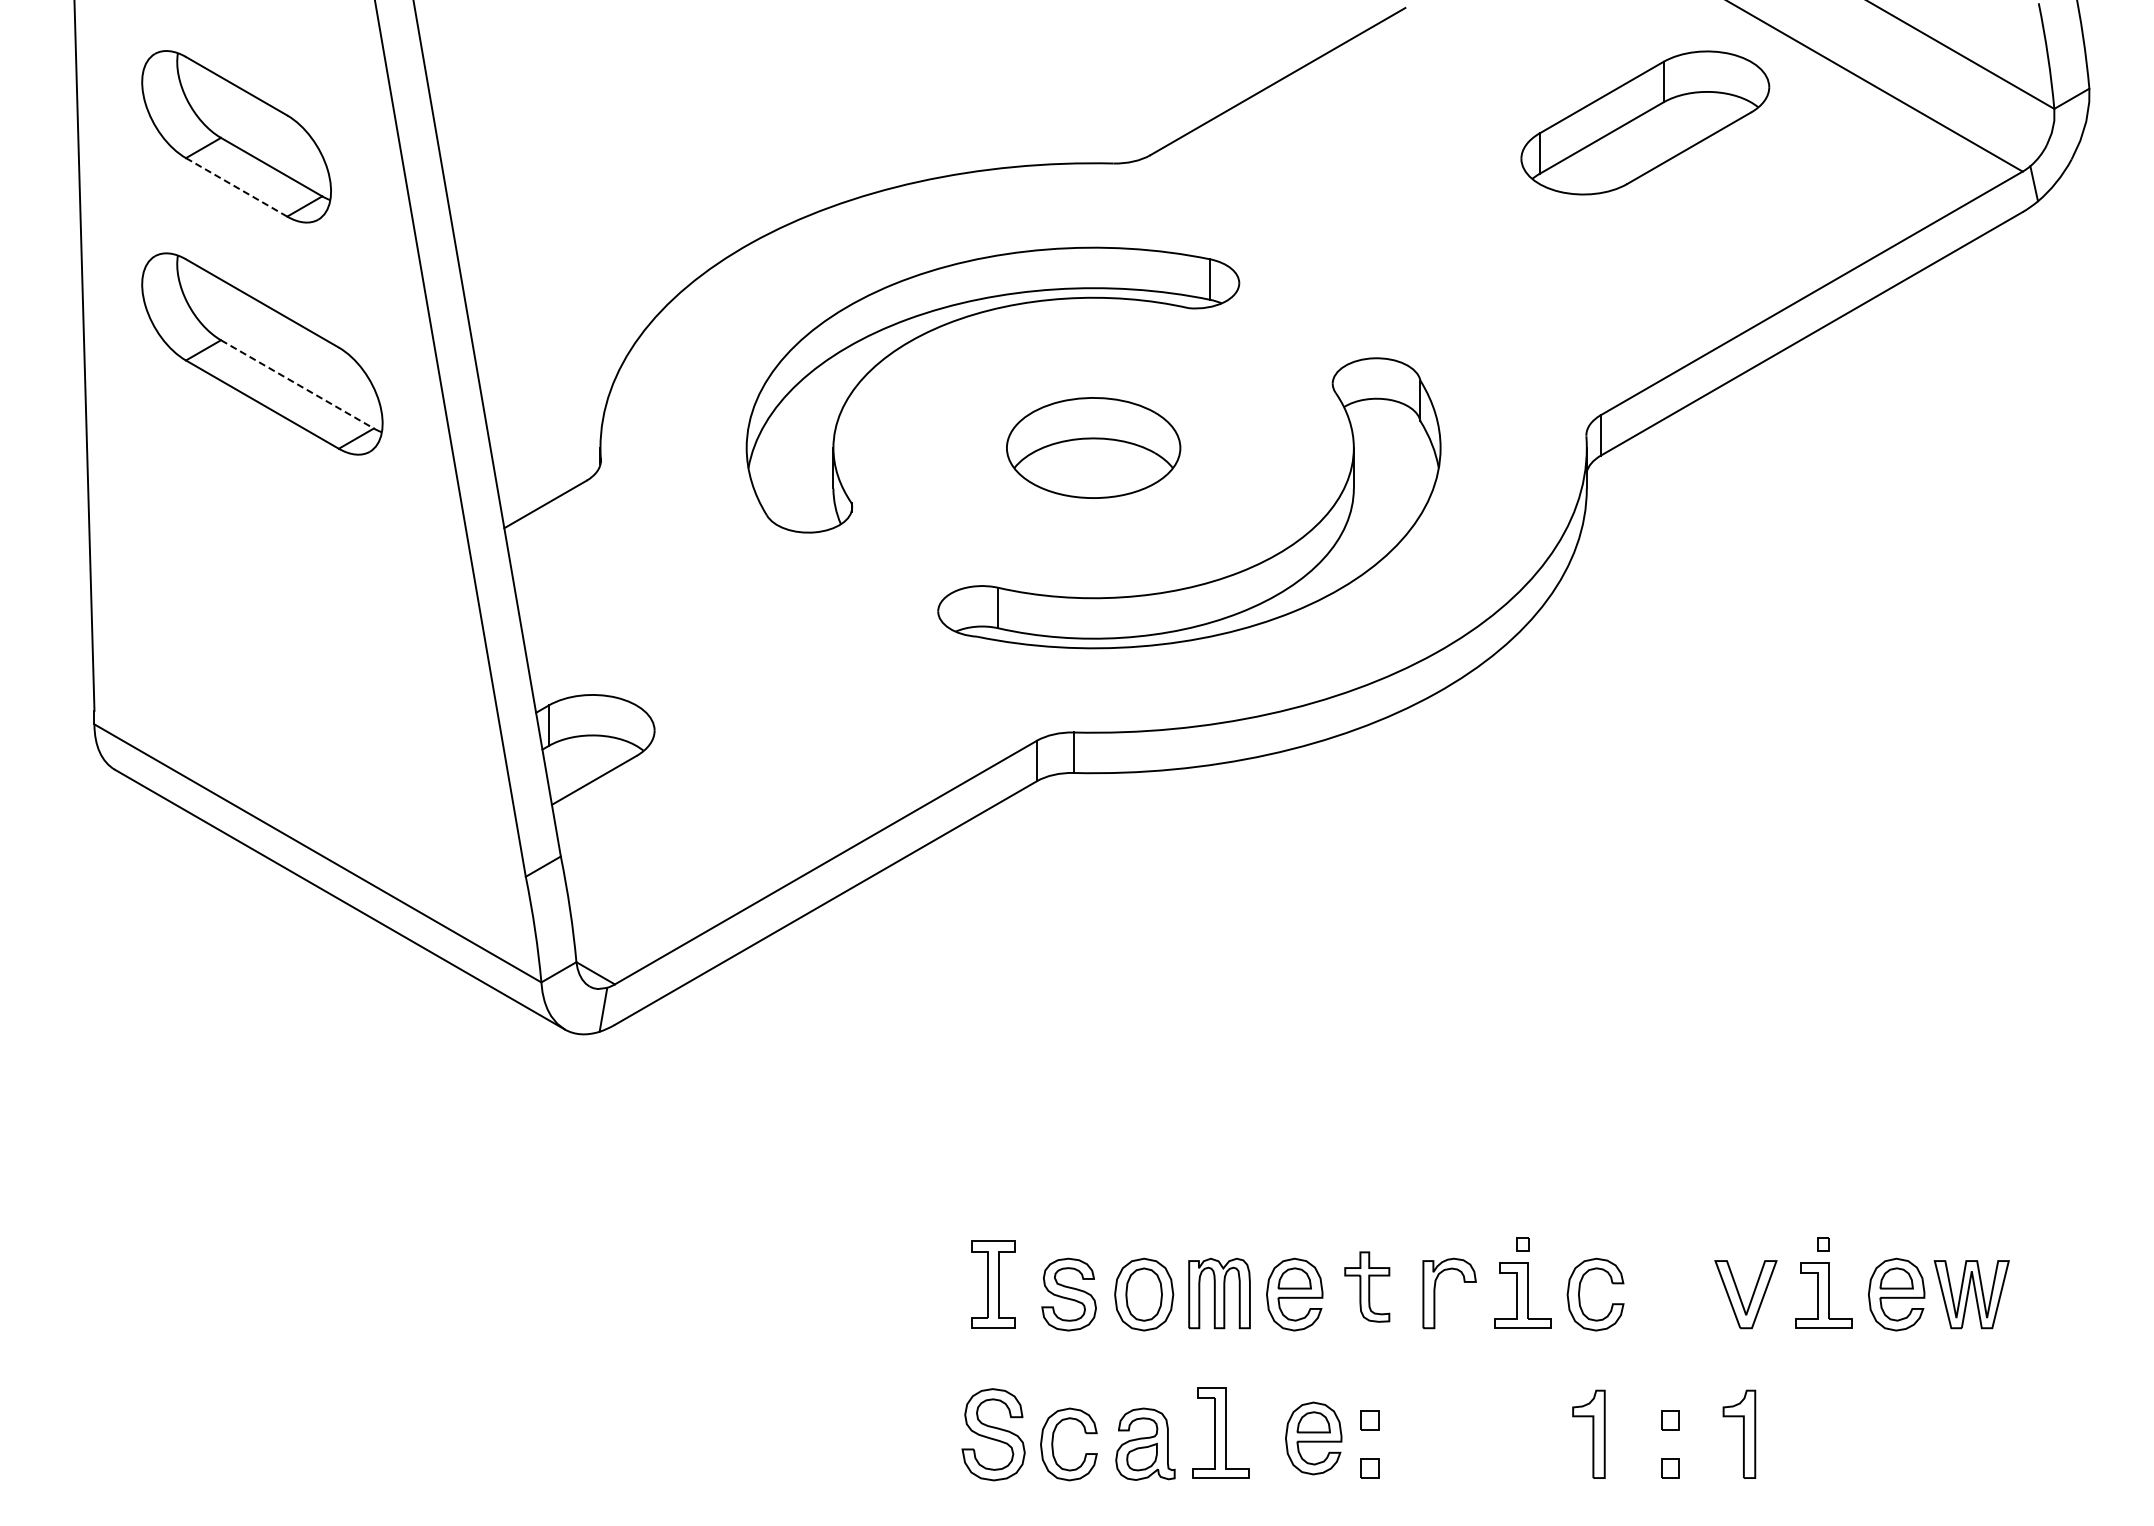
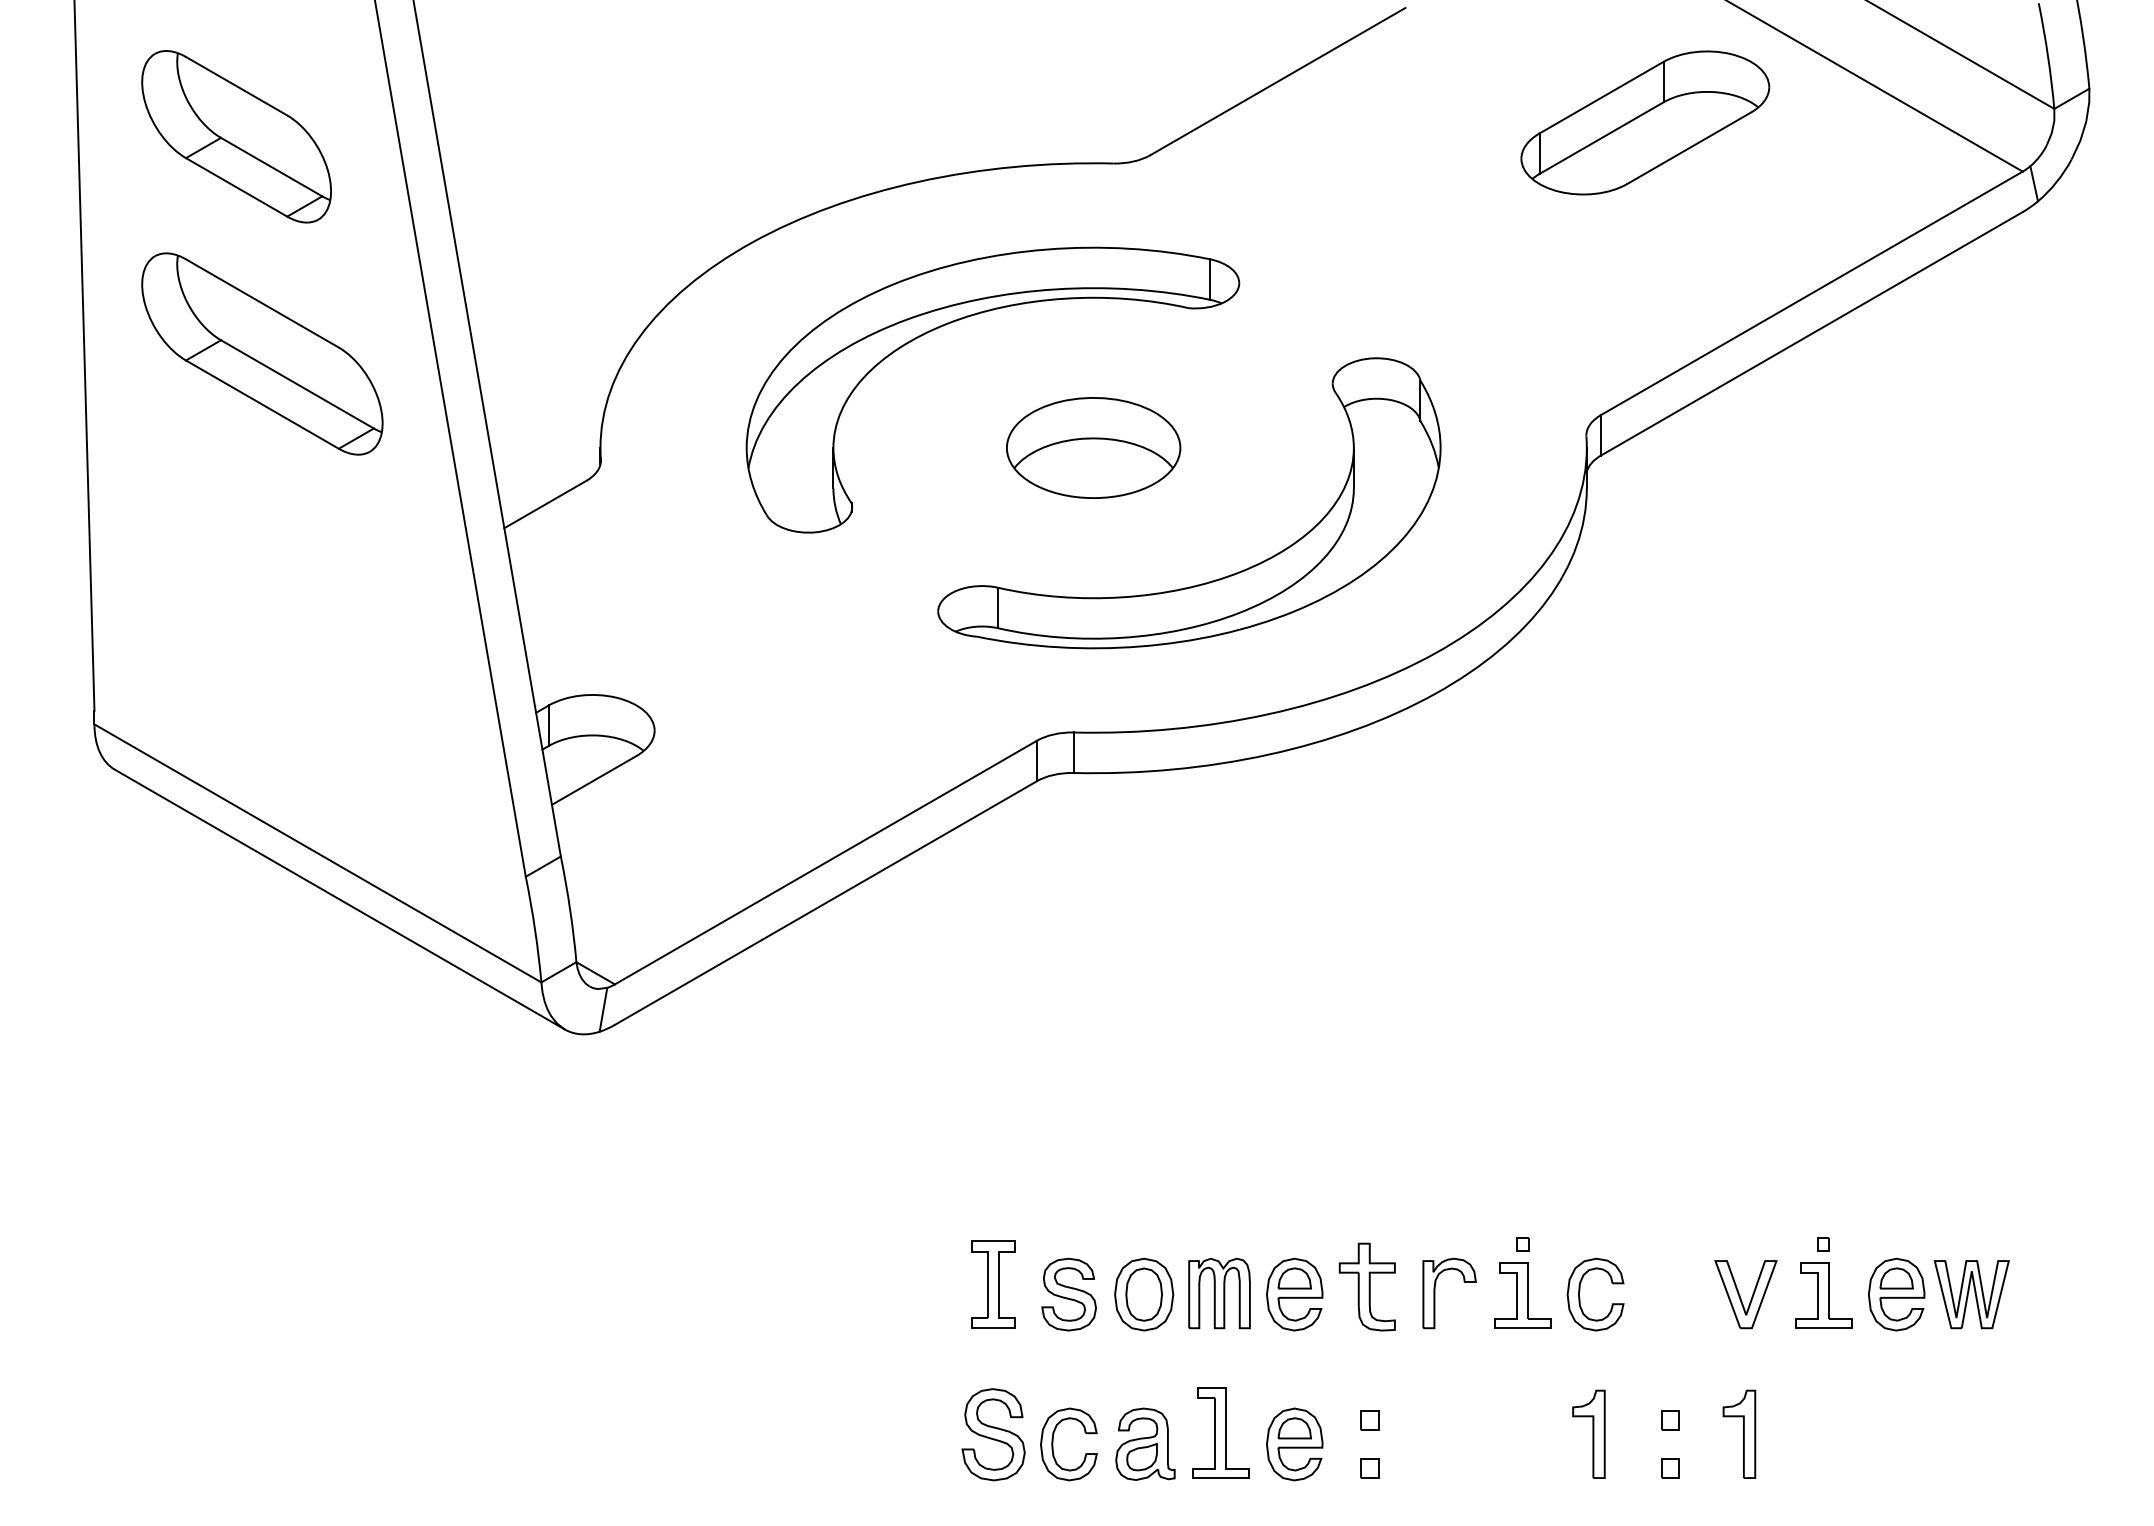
line at (237, 187): dashed -> solid
line at (297, 384): dashed -> solid
part at (1367, 1286) size: 47x72 px -> 58x90 px
part at (1313, 1438) position: (1313, 1438) -> (1294, 1444)
